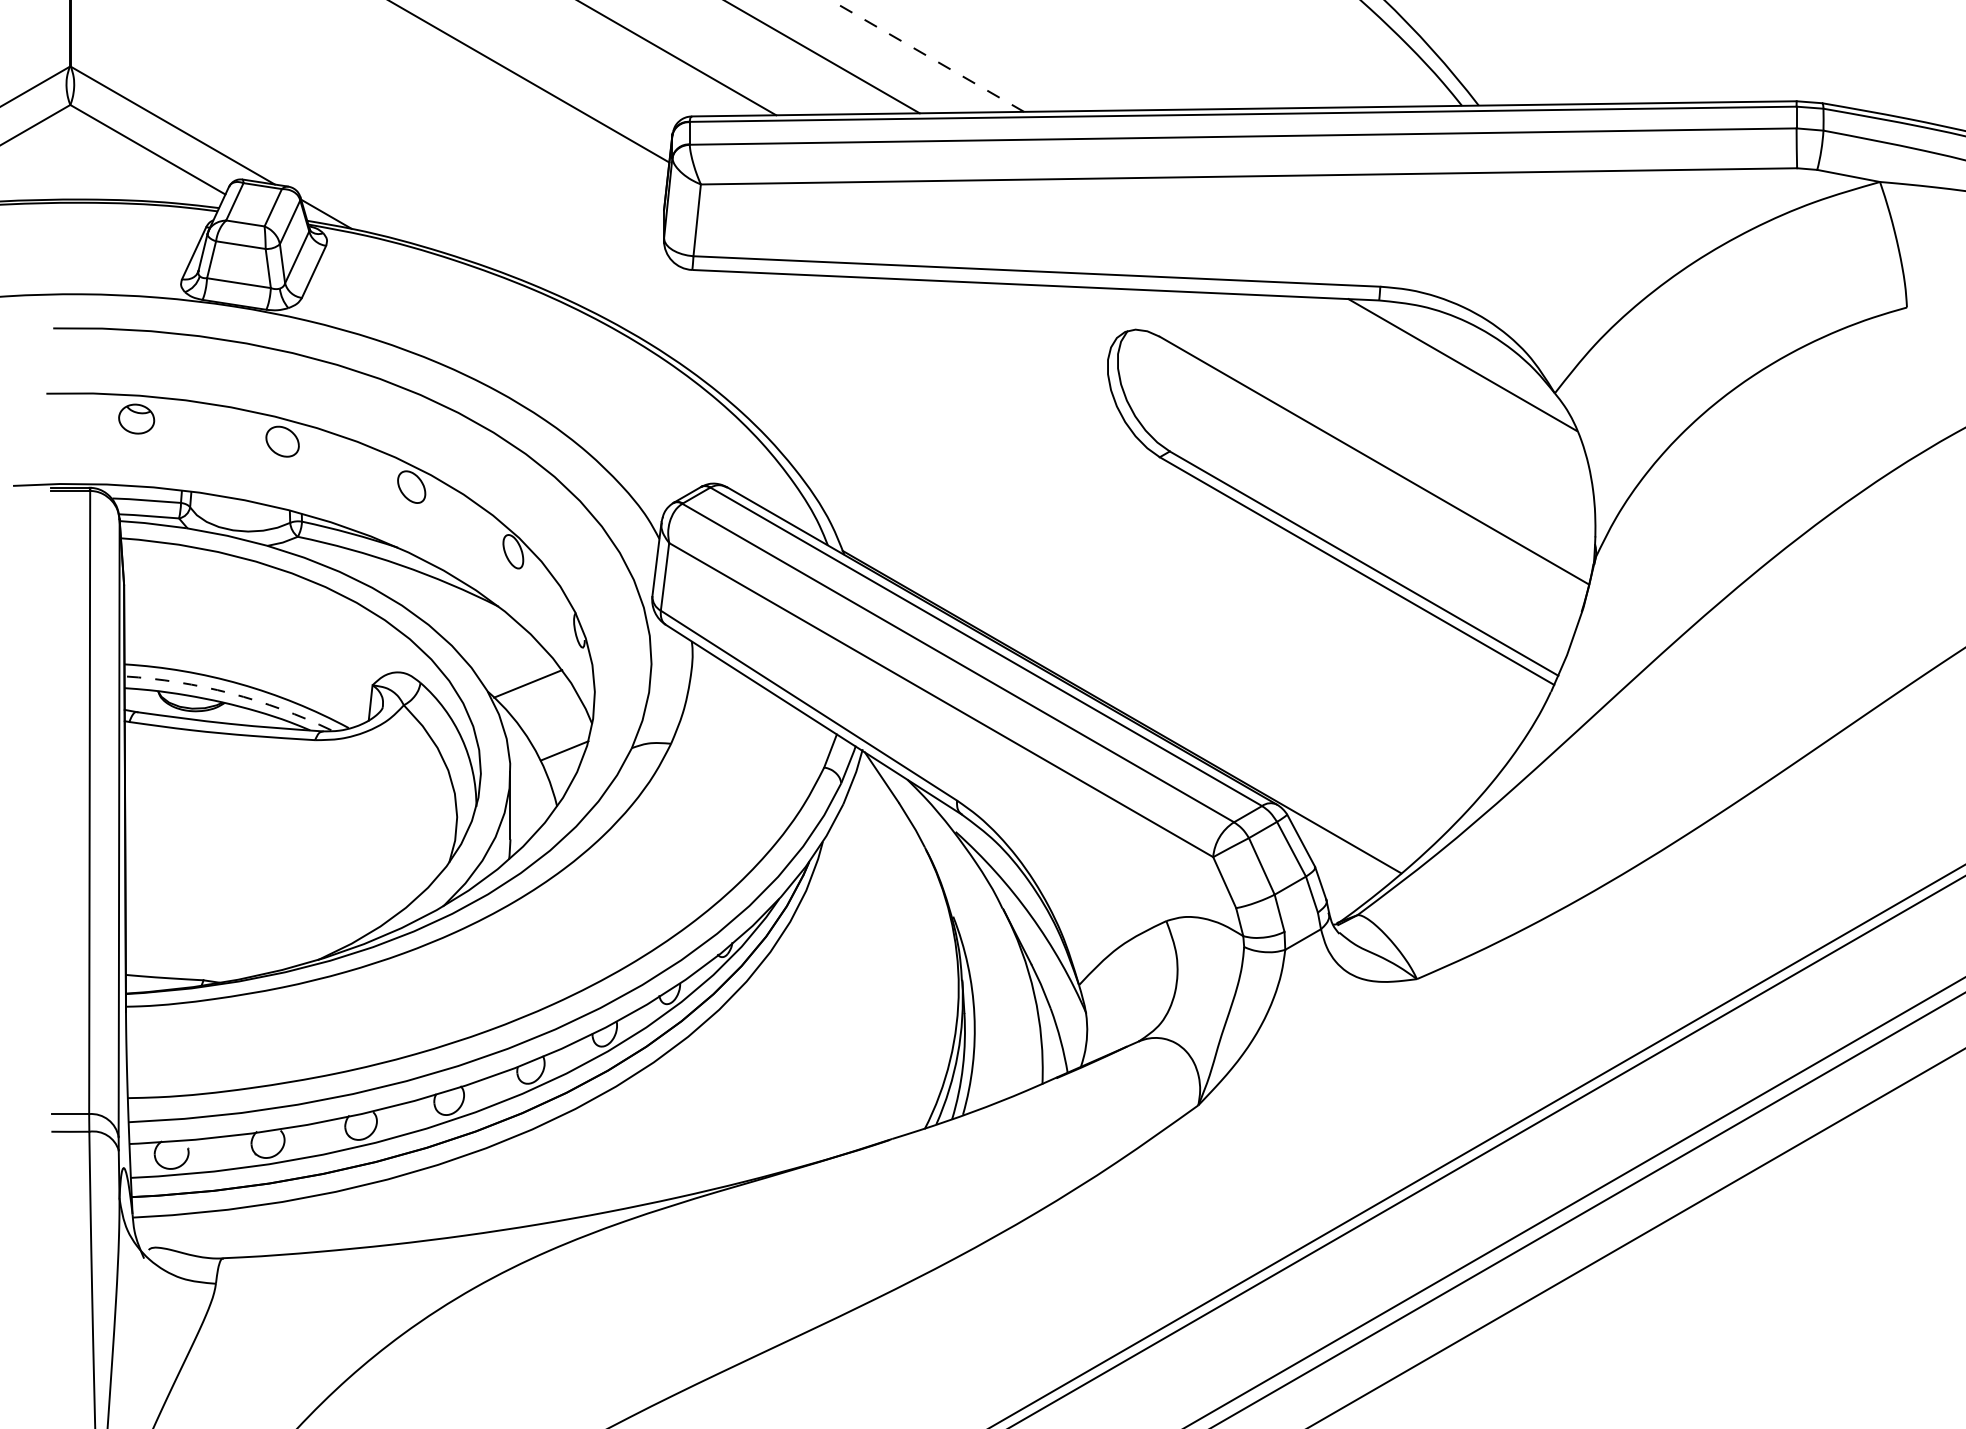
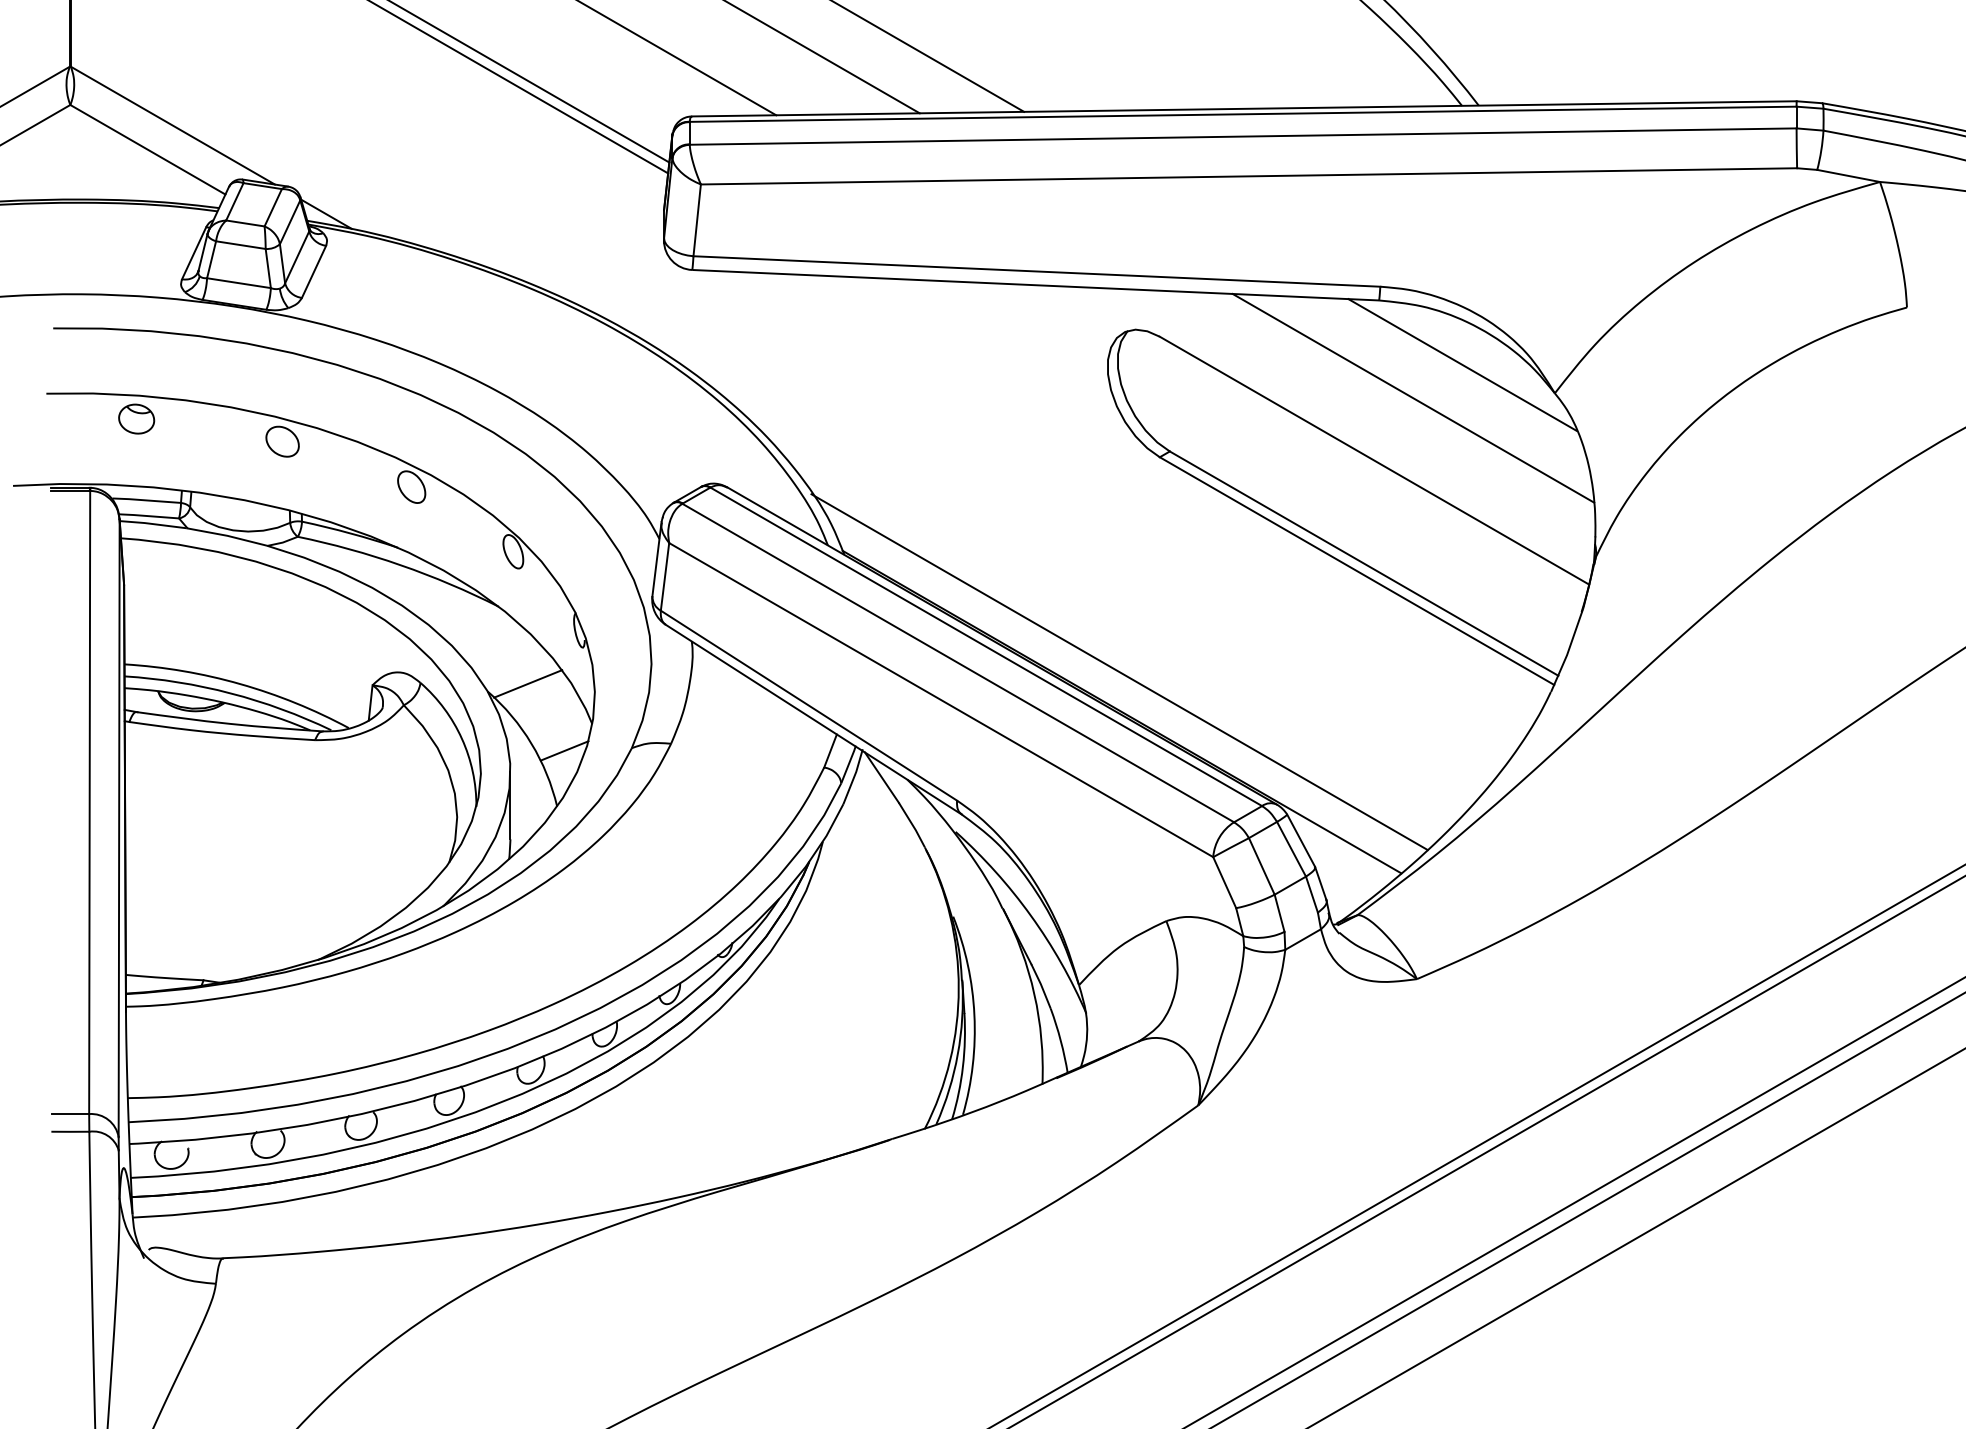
line at (927, 55): dashed -> solid
line at (519, 87): none -> present
line at (1413, 397): none -> present
line at (1119, 672): none -> present
arc at (230, 693): dashed -> solid
